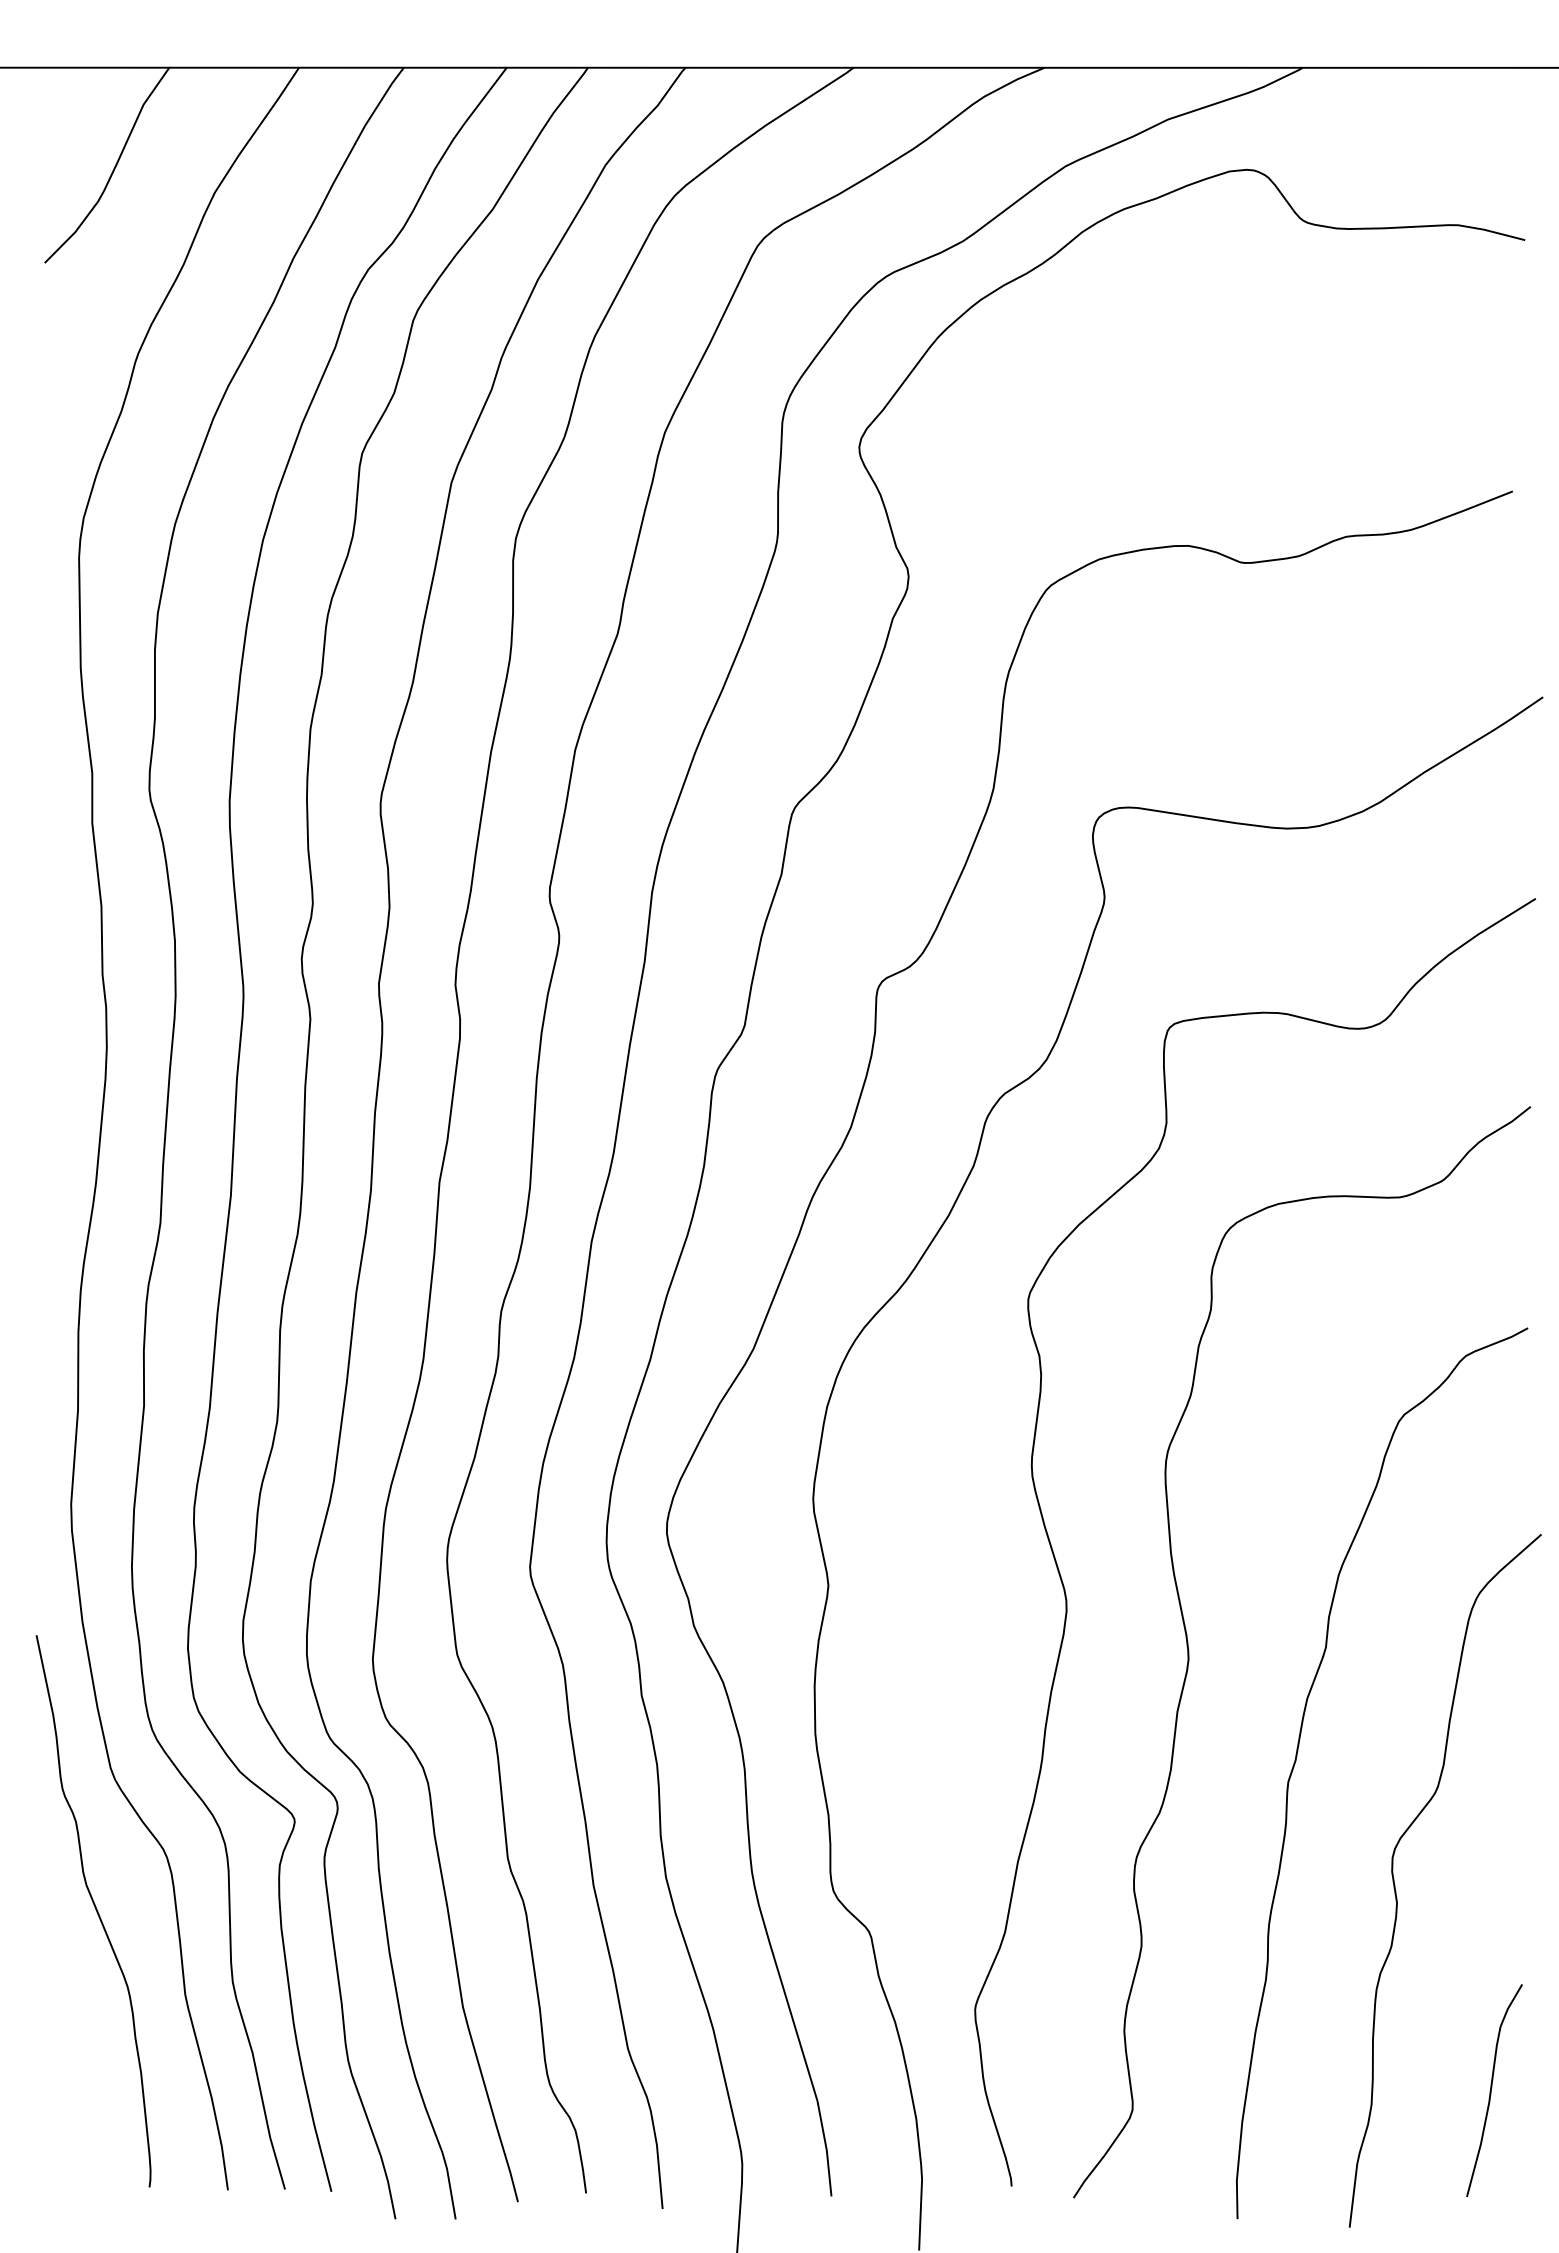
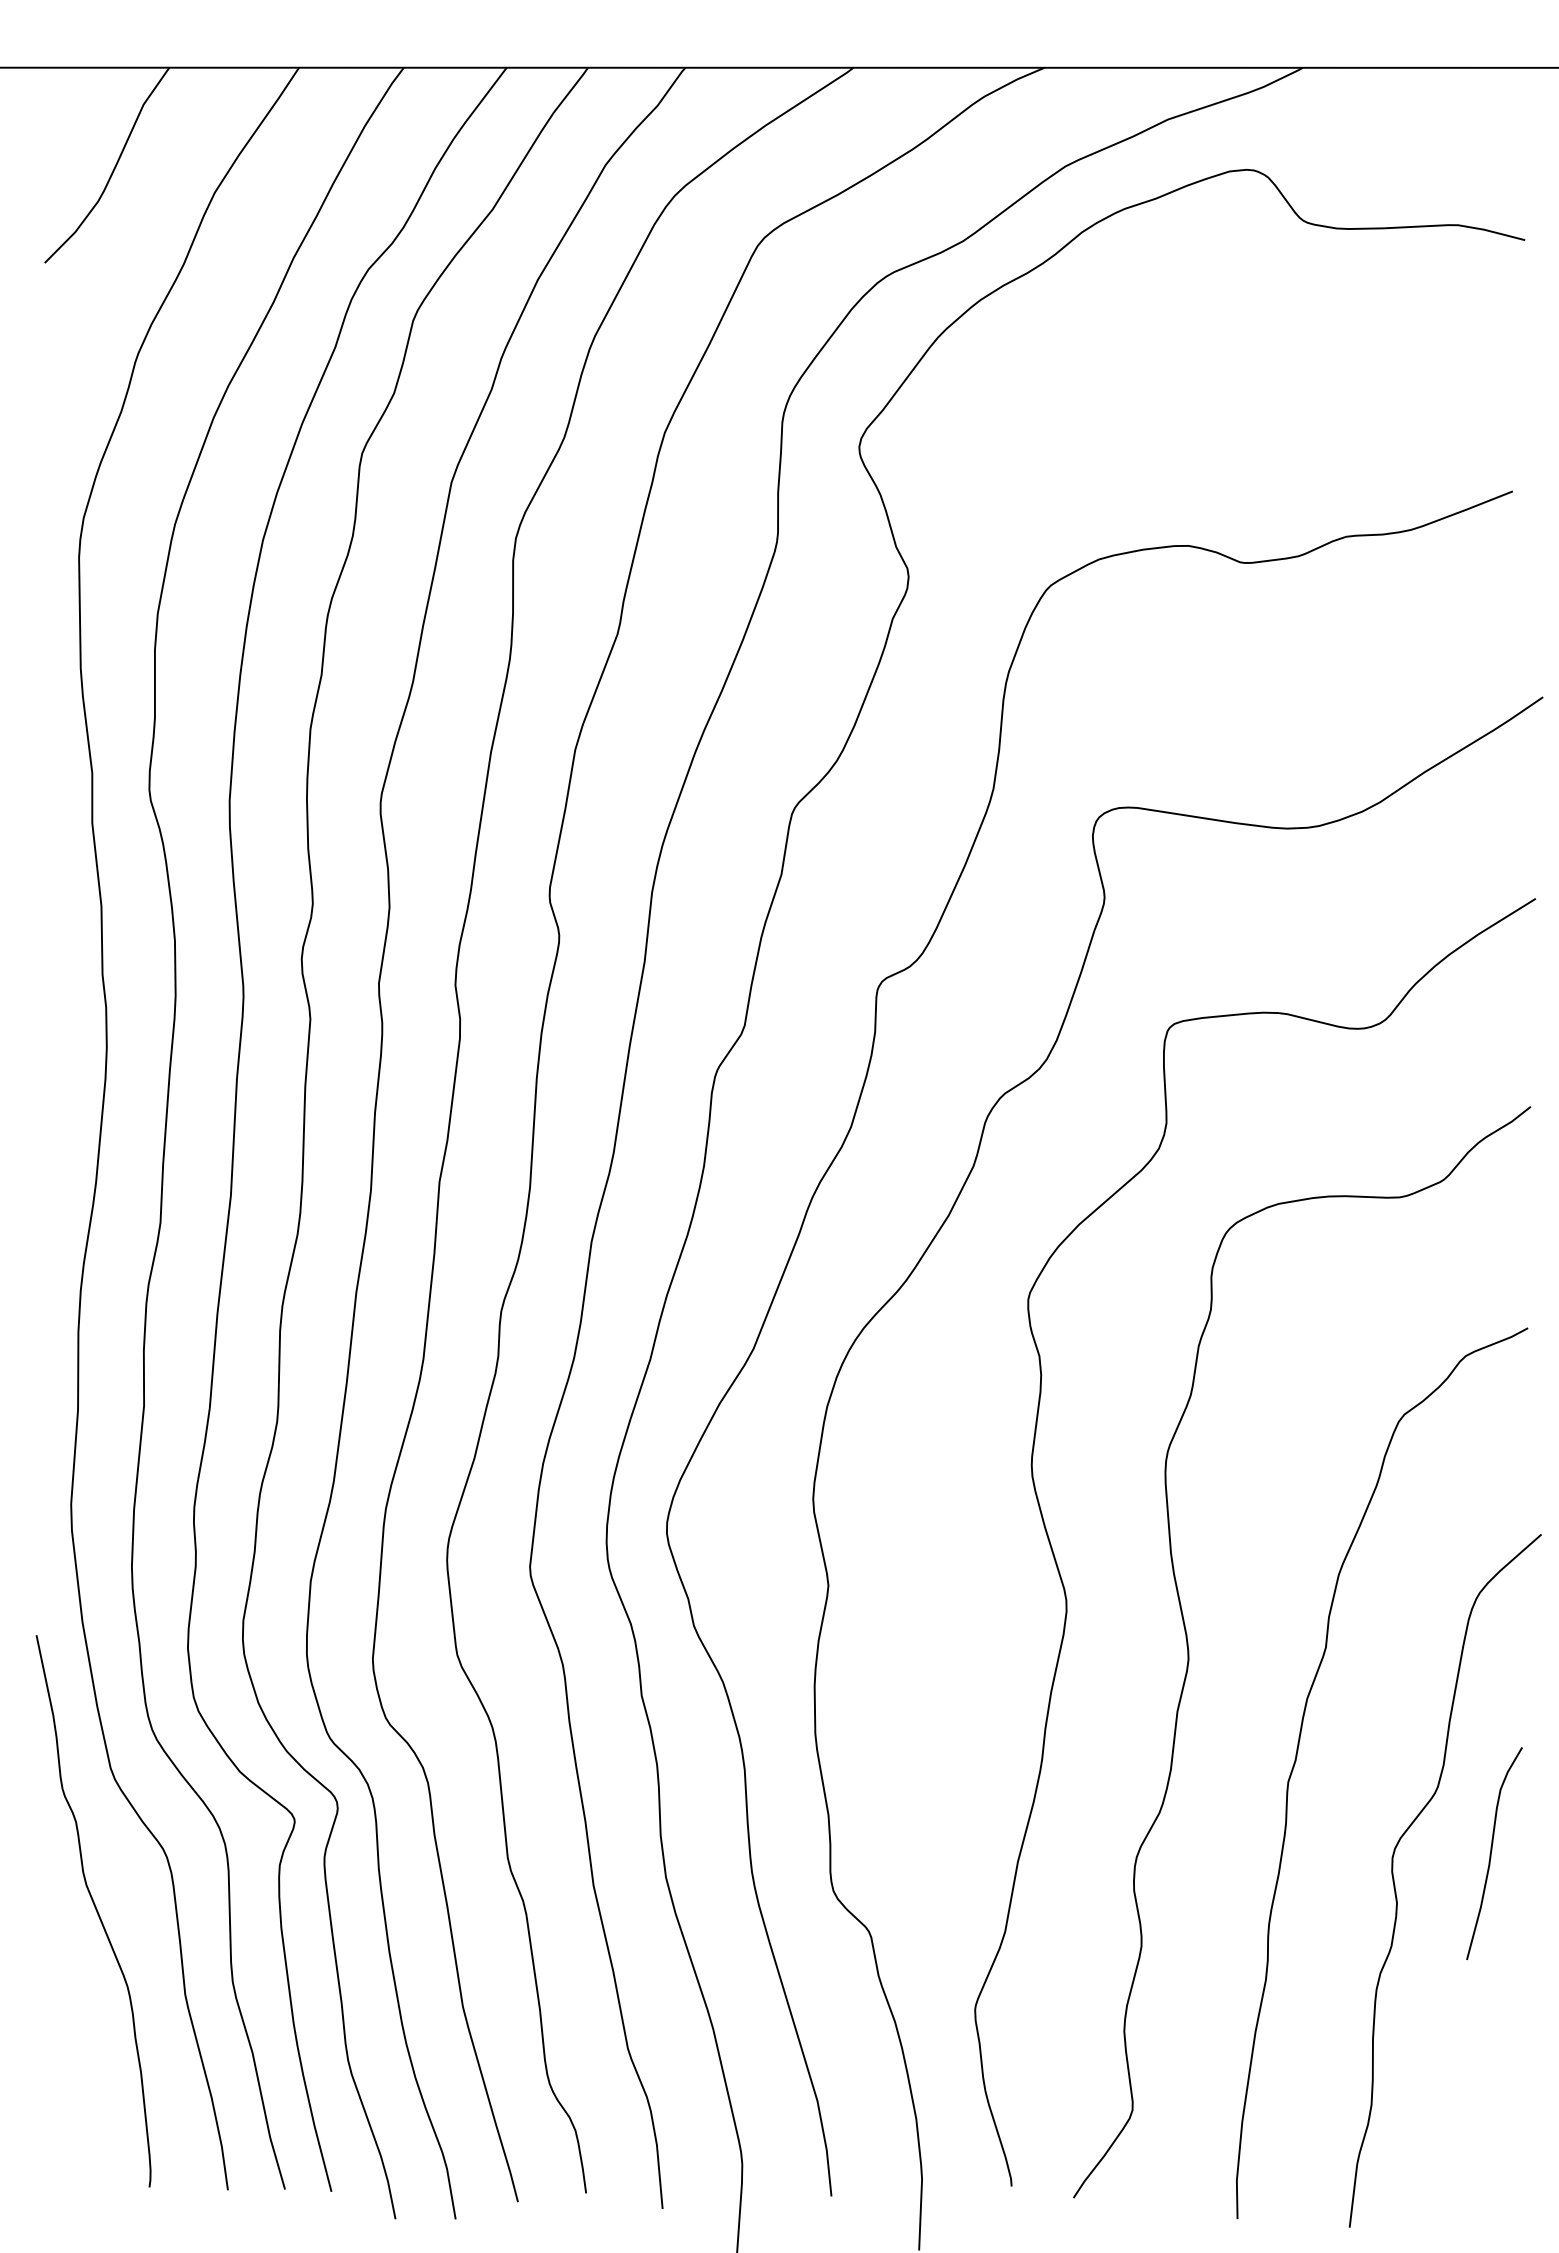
curve at (1491, 2090) position: (1491, 2090) -> (1491, 1853)
